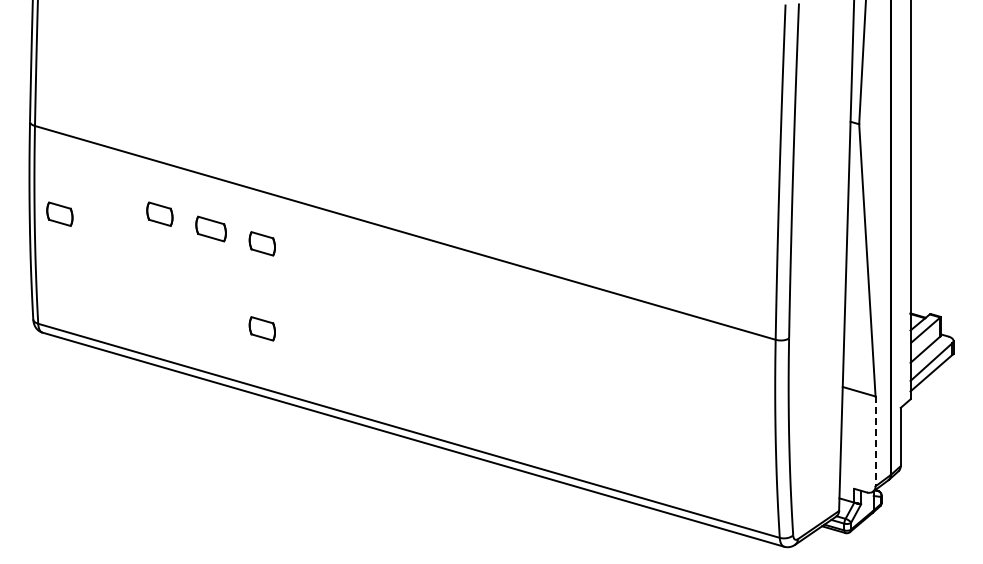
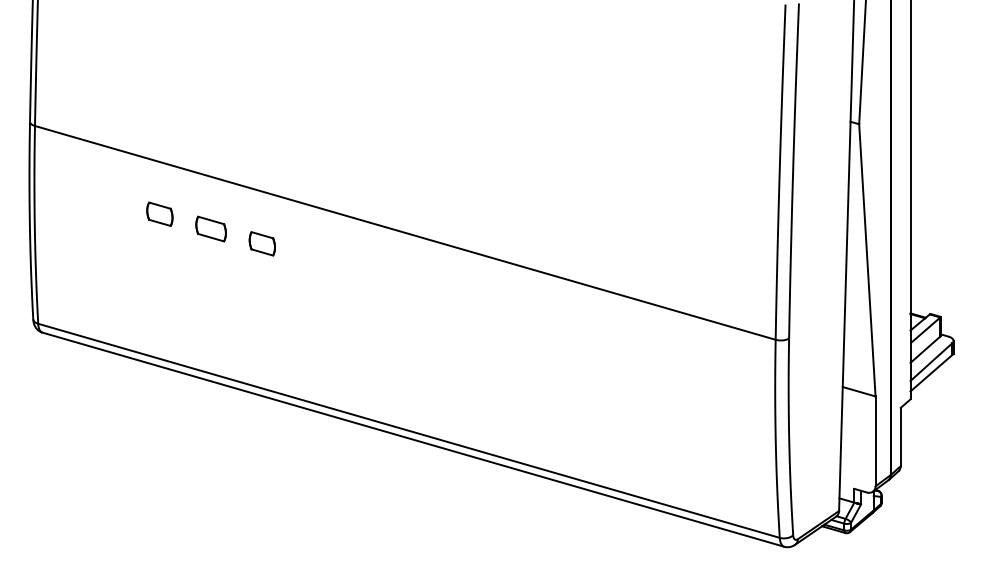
part at (59, 213): present -> none
part at (261, 328): present -> none
line at (875, 441): dashed -> solid
